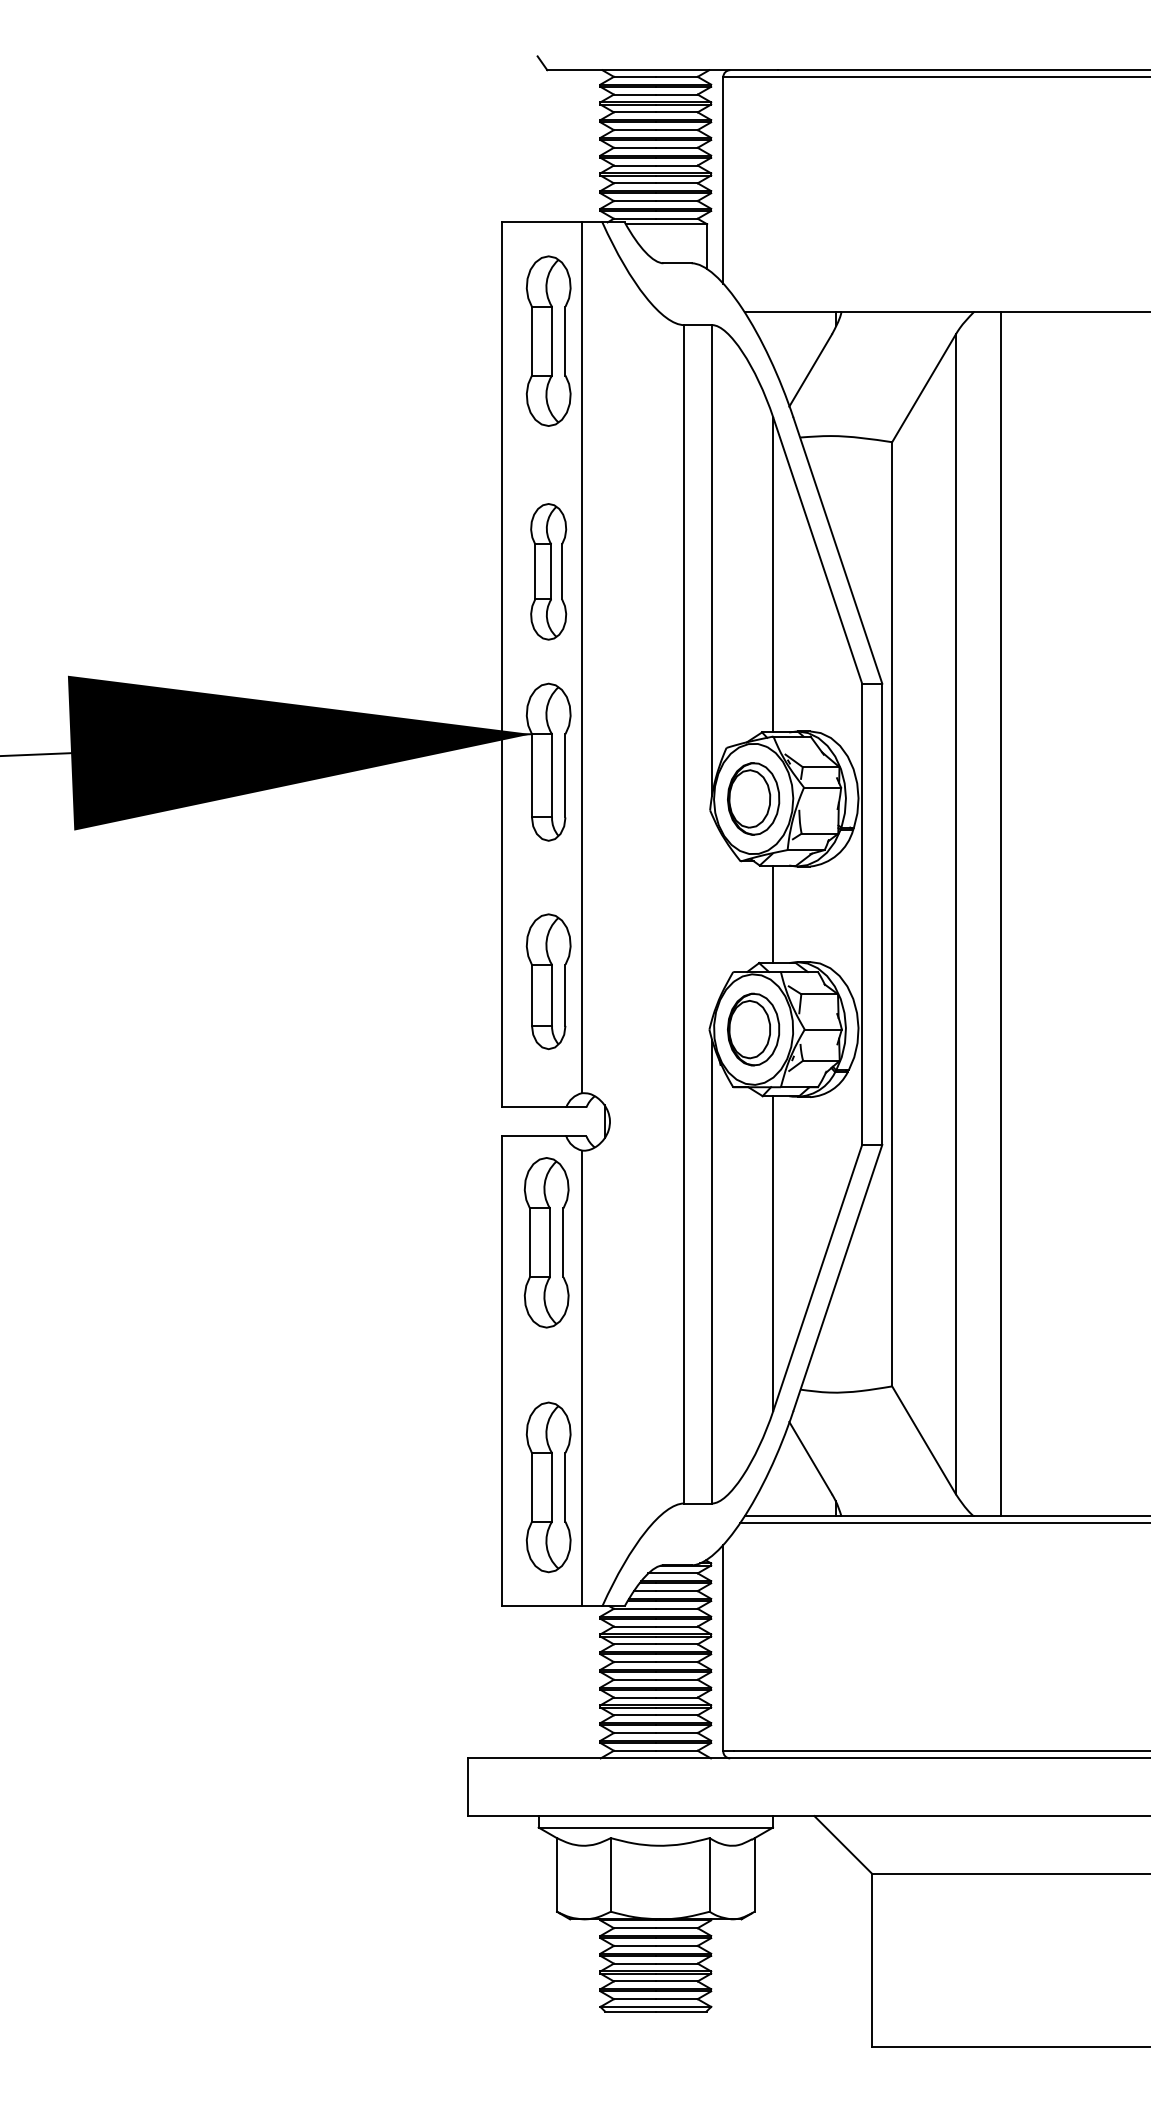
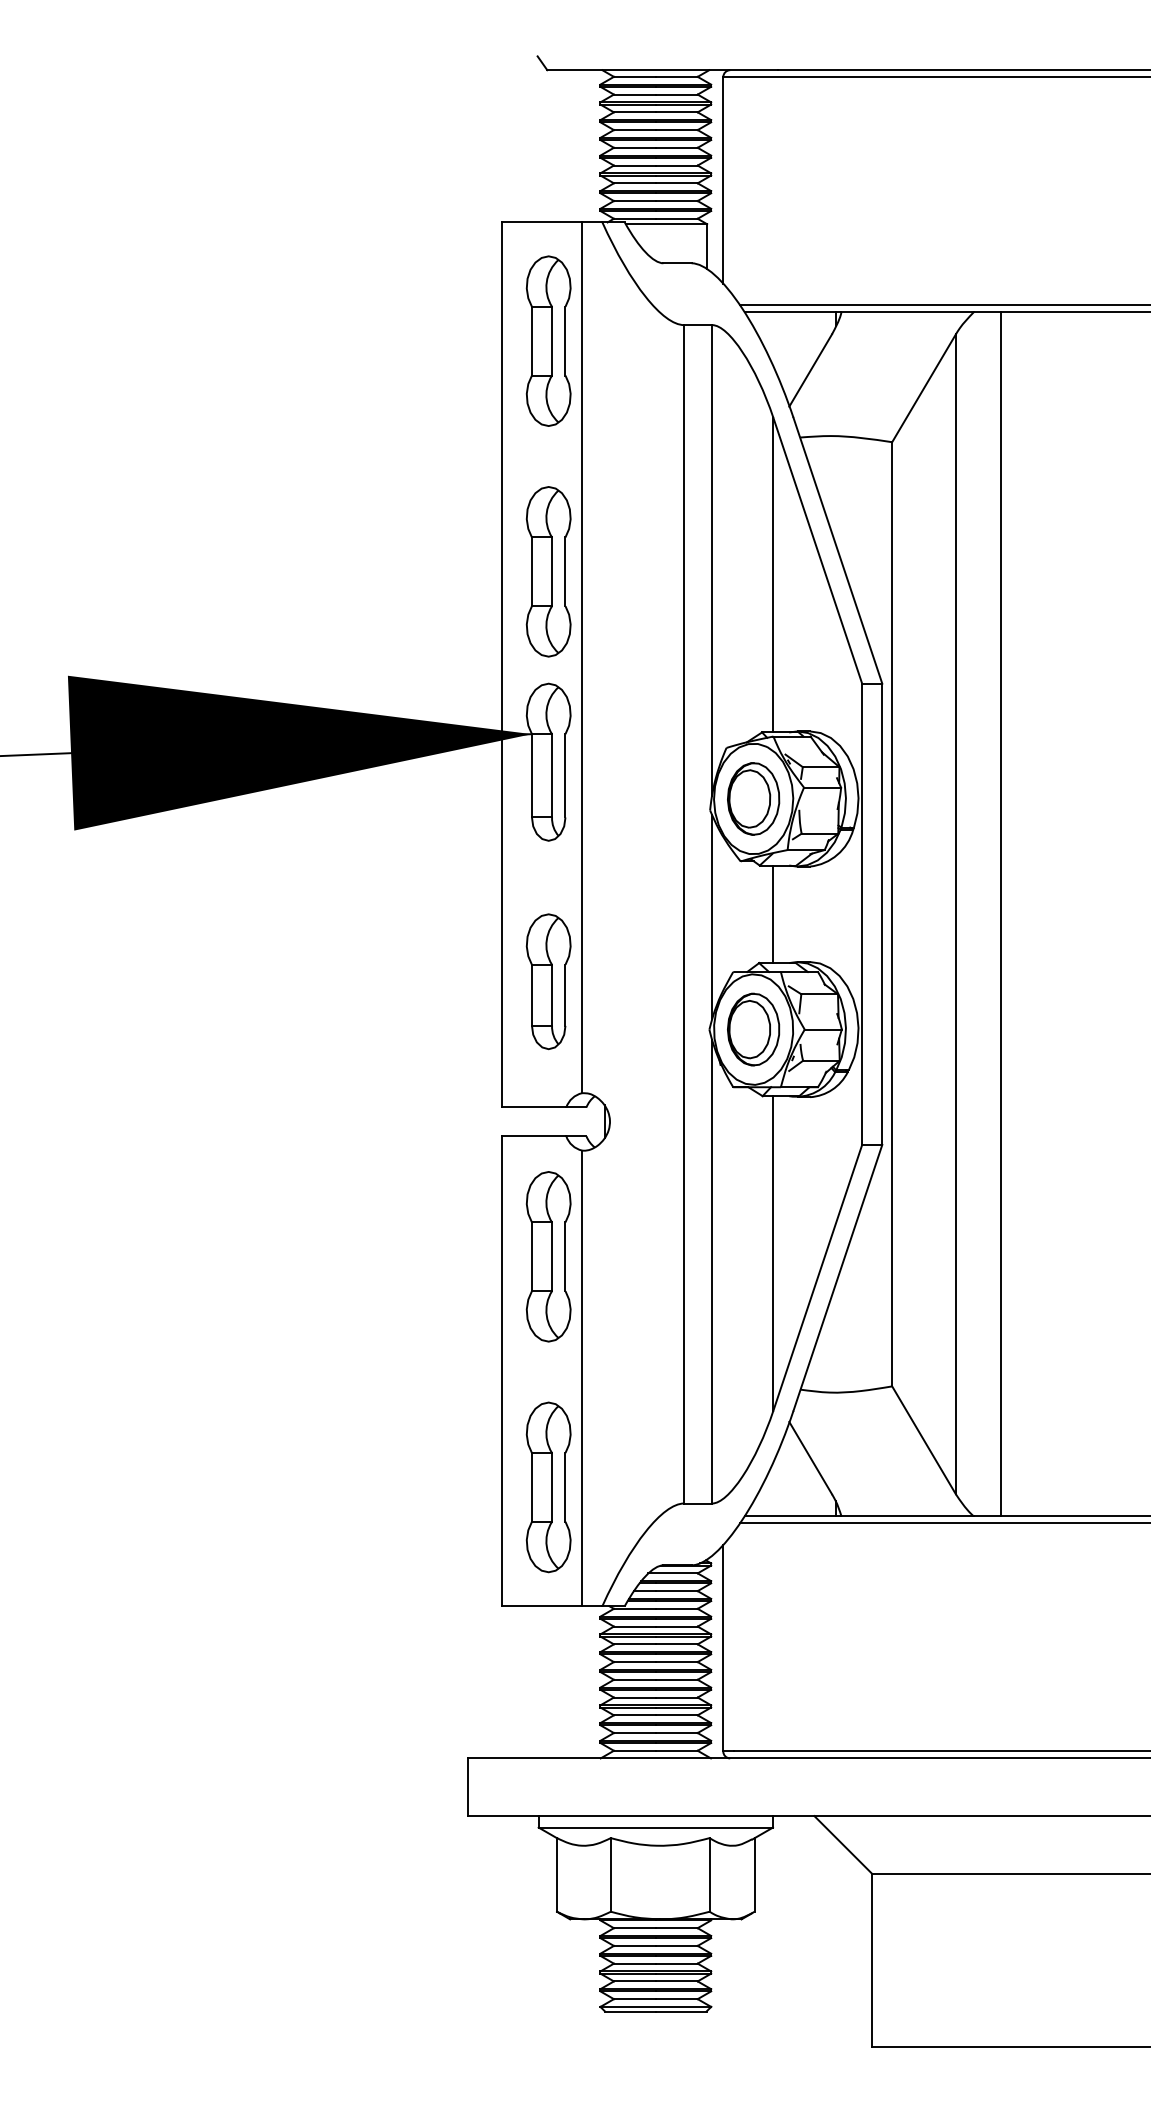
line at (943, 305): none -> present
part at (548, 571) size: 38x138 px -> 47x172 px
line at (712, 916): none -> present
part at (546, 1242) position: (546, 1242) -> (548, 1256)
